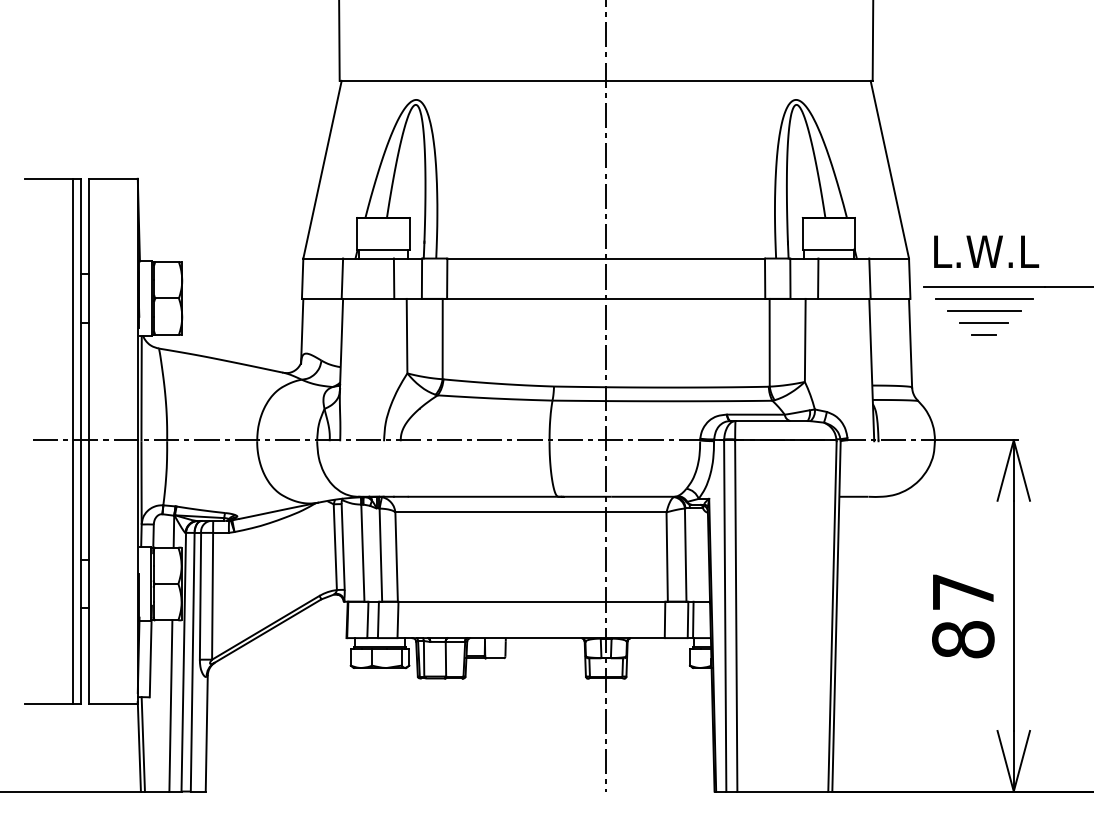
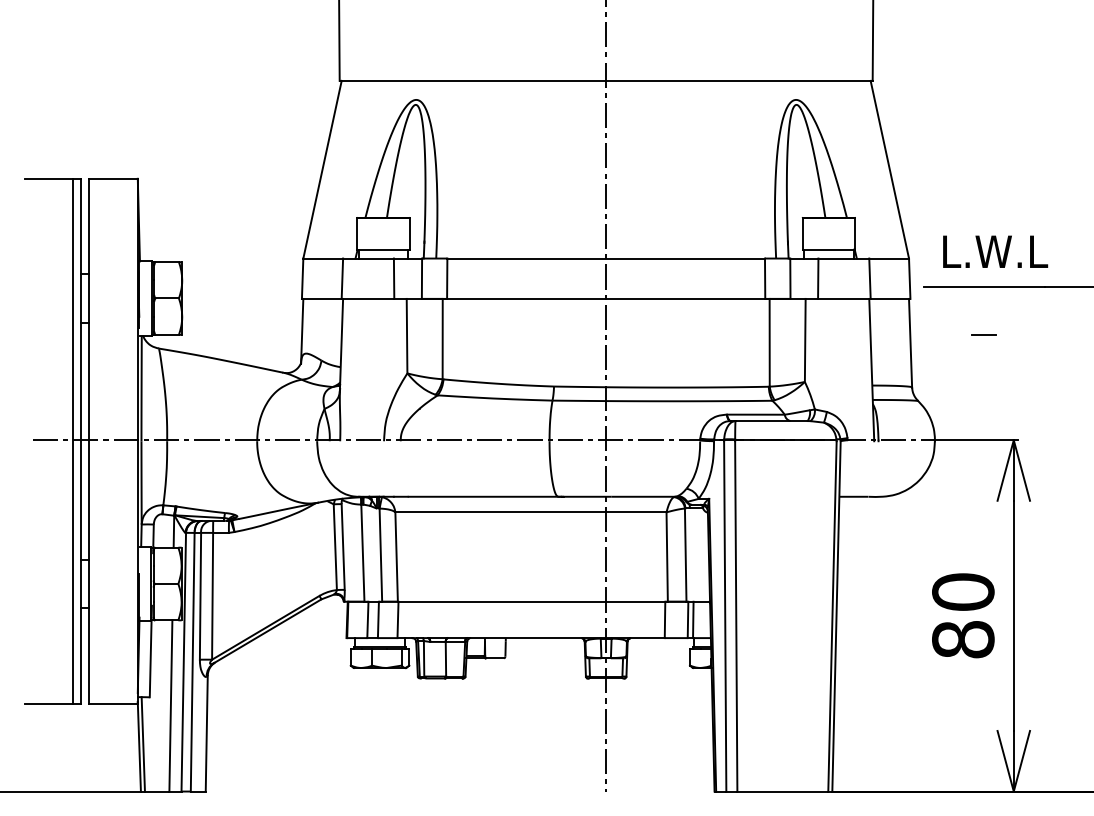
text at (986, 251) position: (986, 251) -> (995, 251)
line at (984, 298): present -> none
line at (983, 311): present -> none
line at (983, 323): present -> none
text at (963, 591): 87 -> 80
